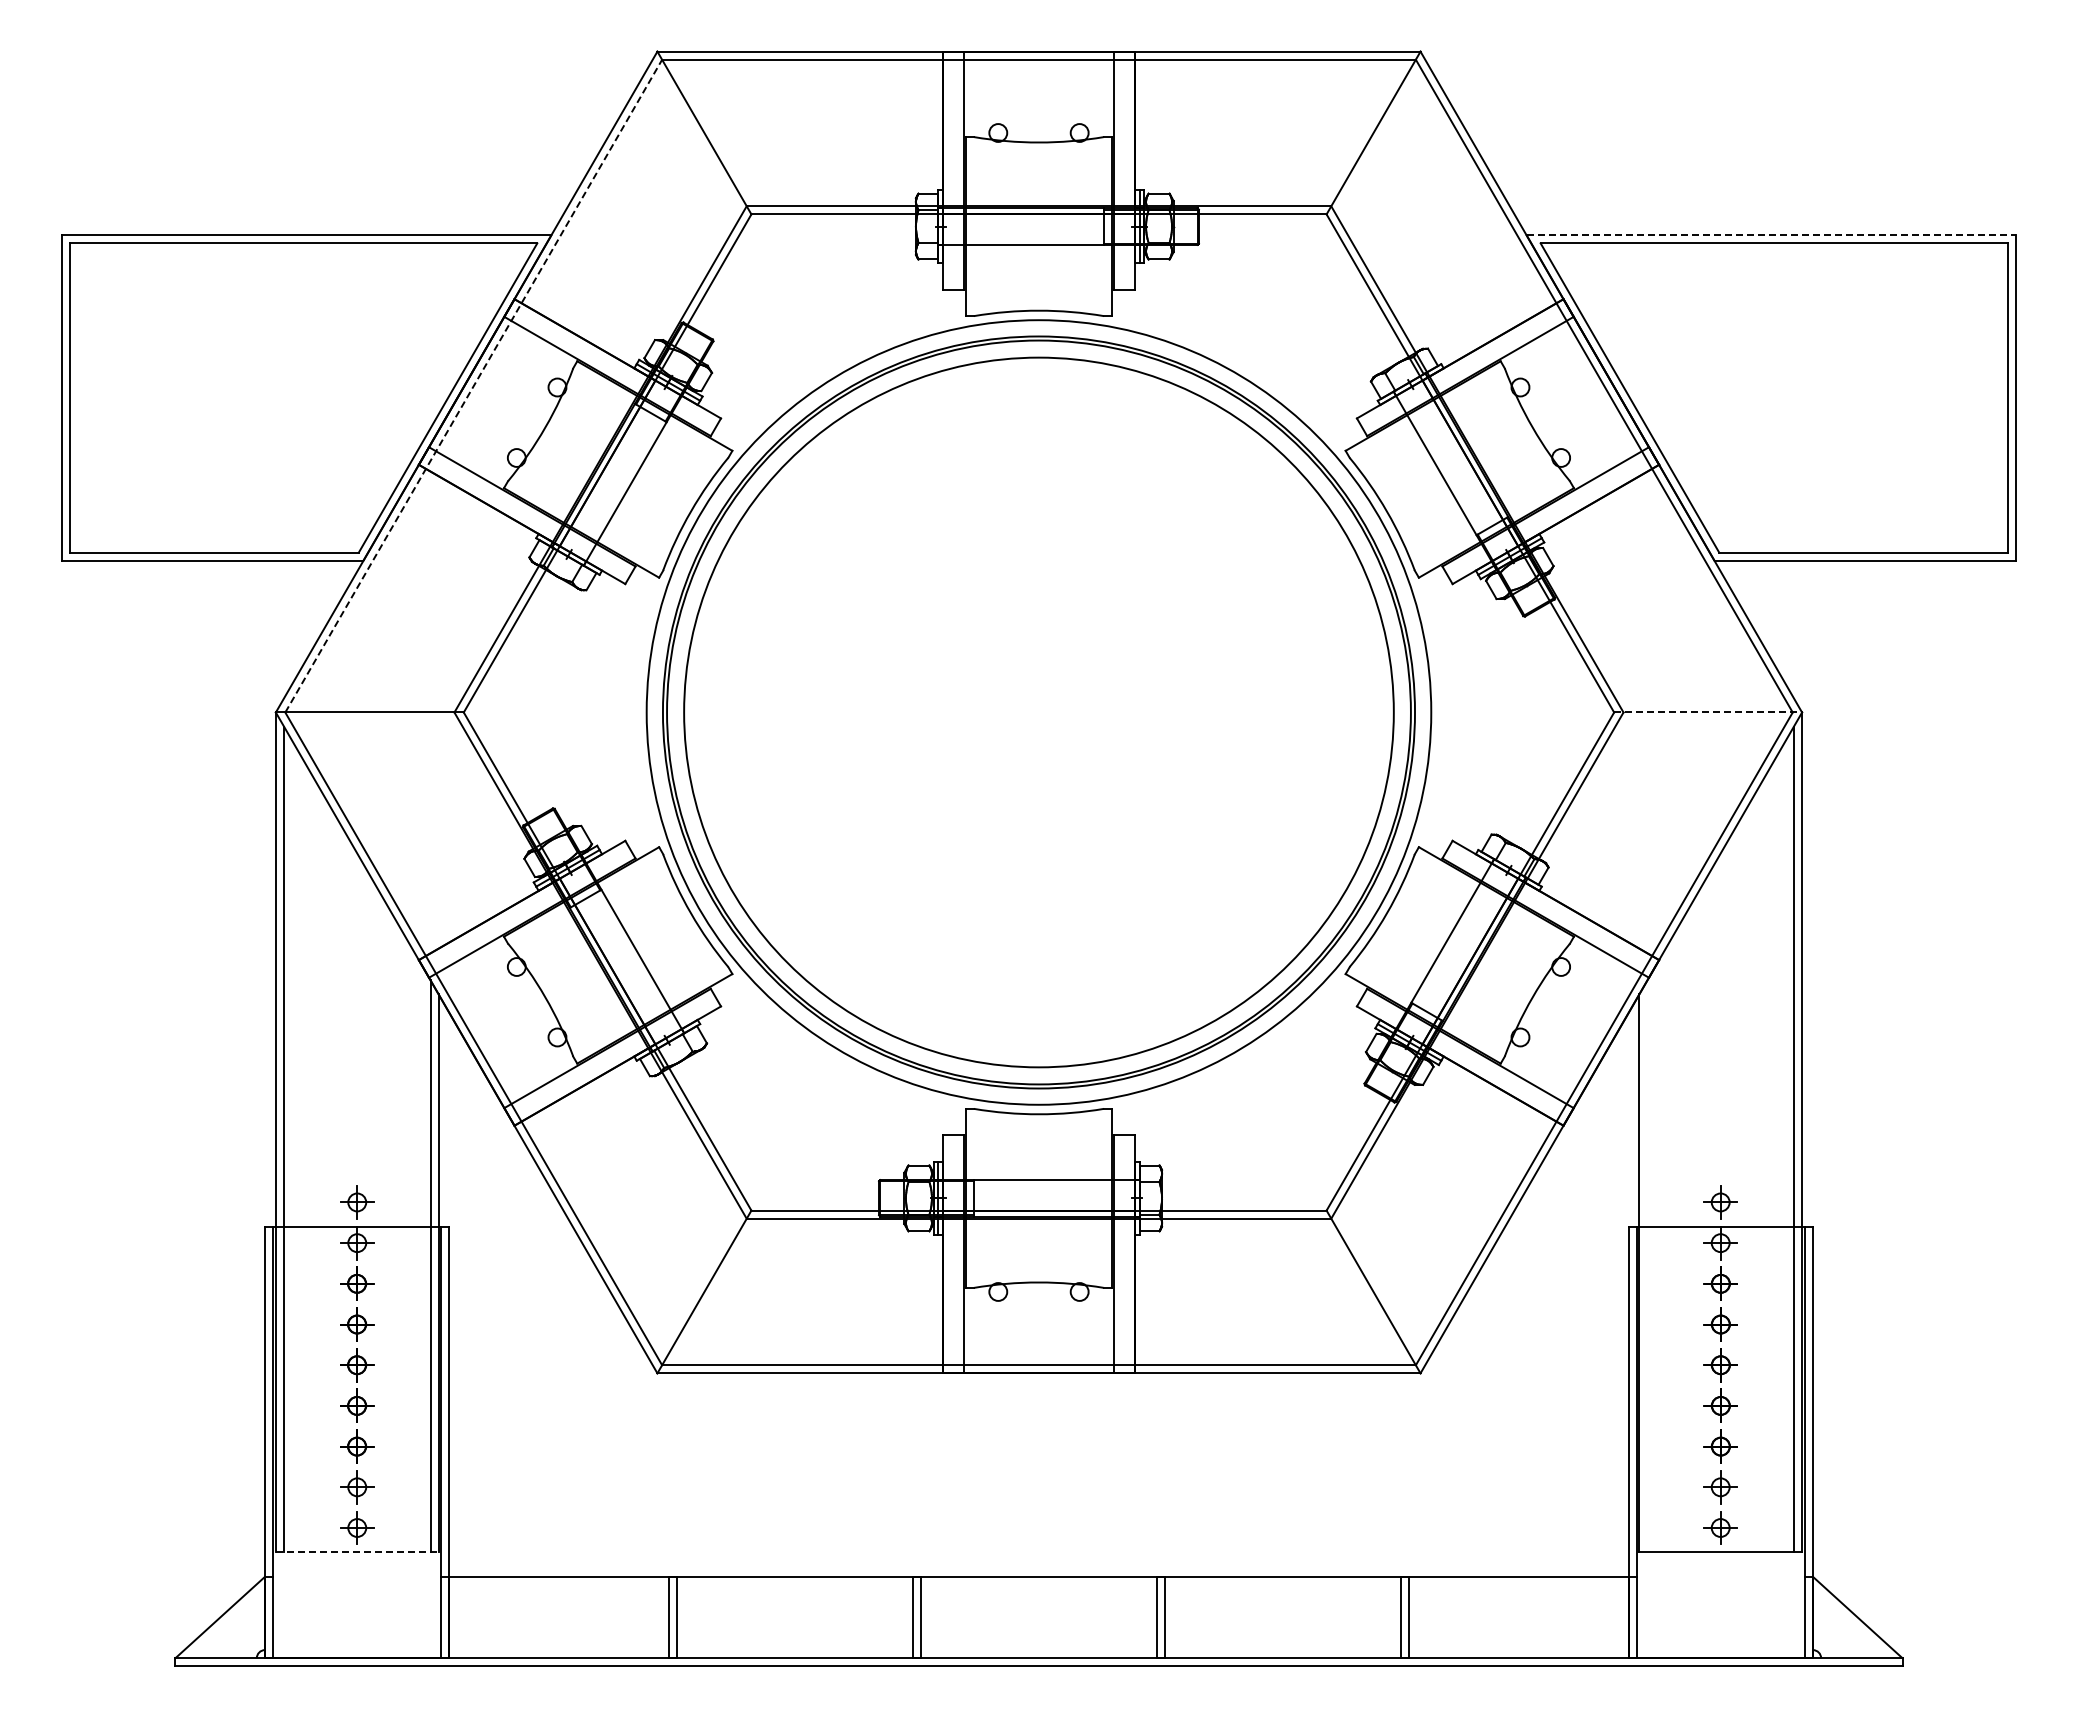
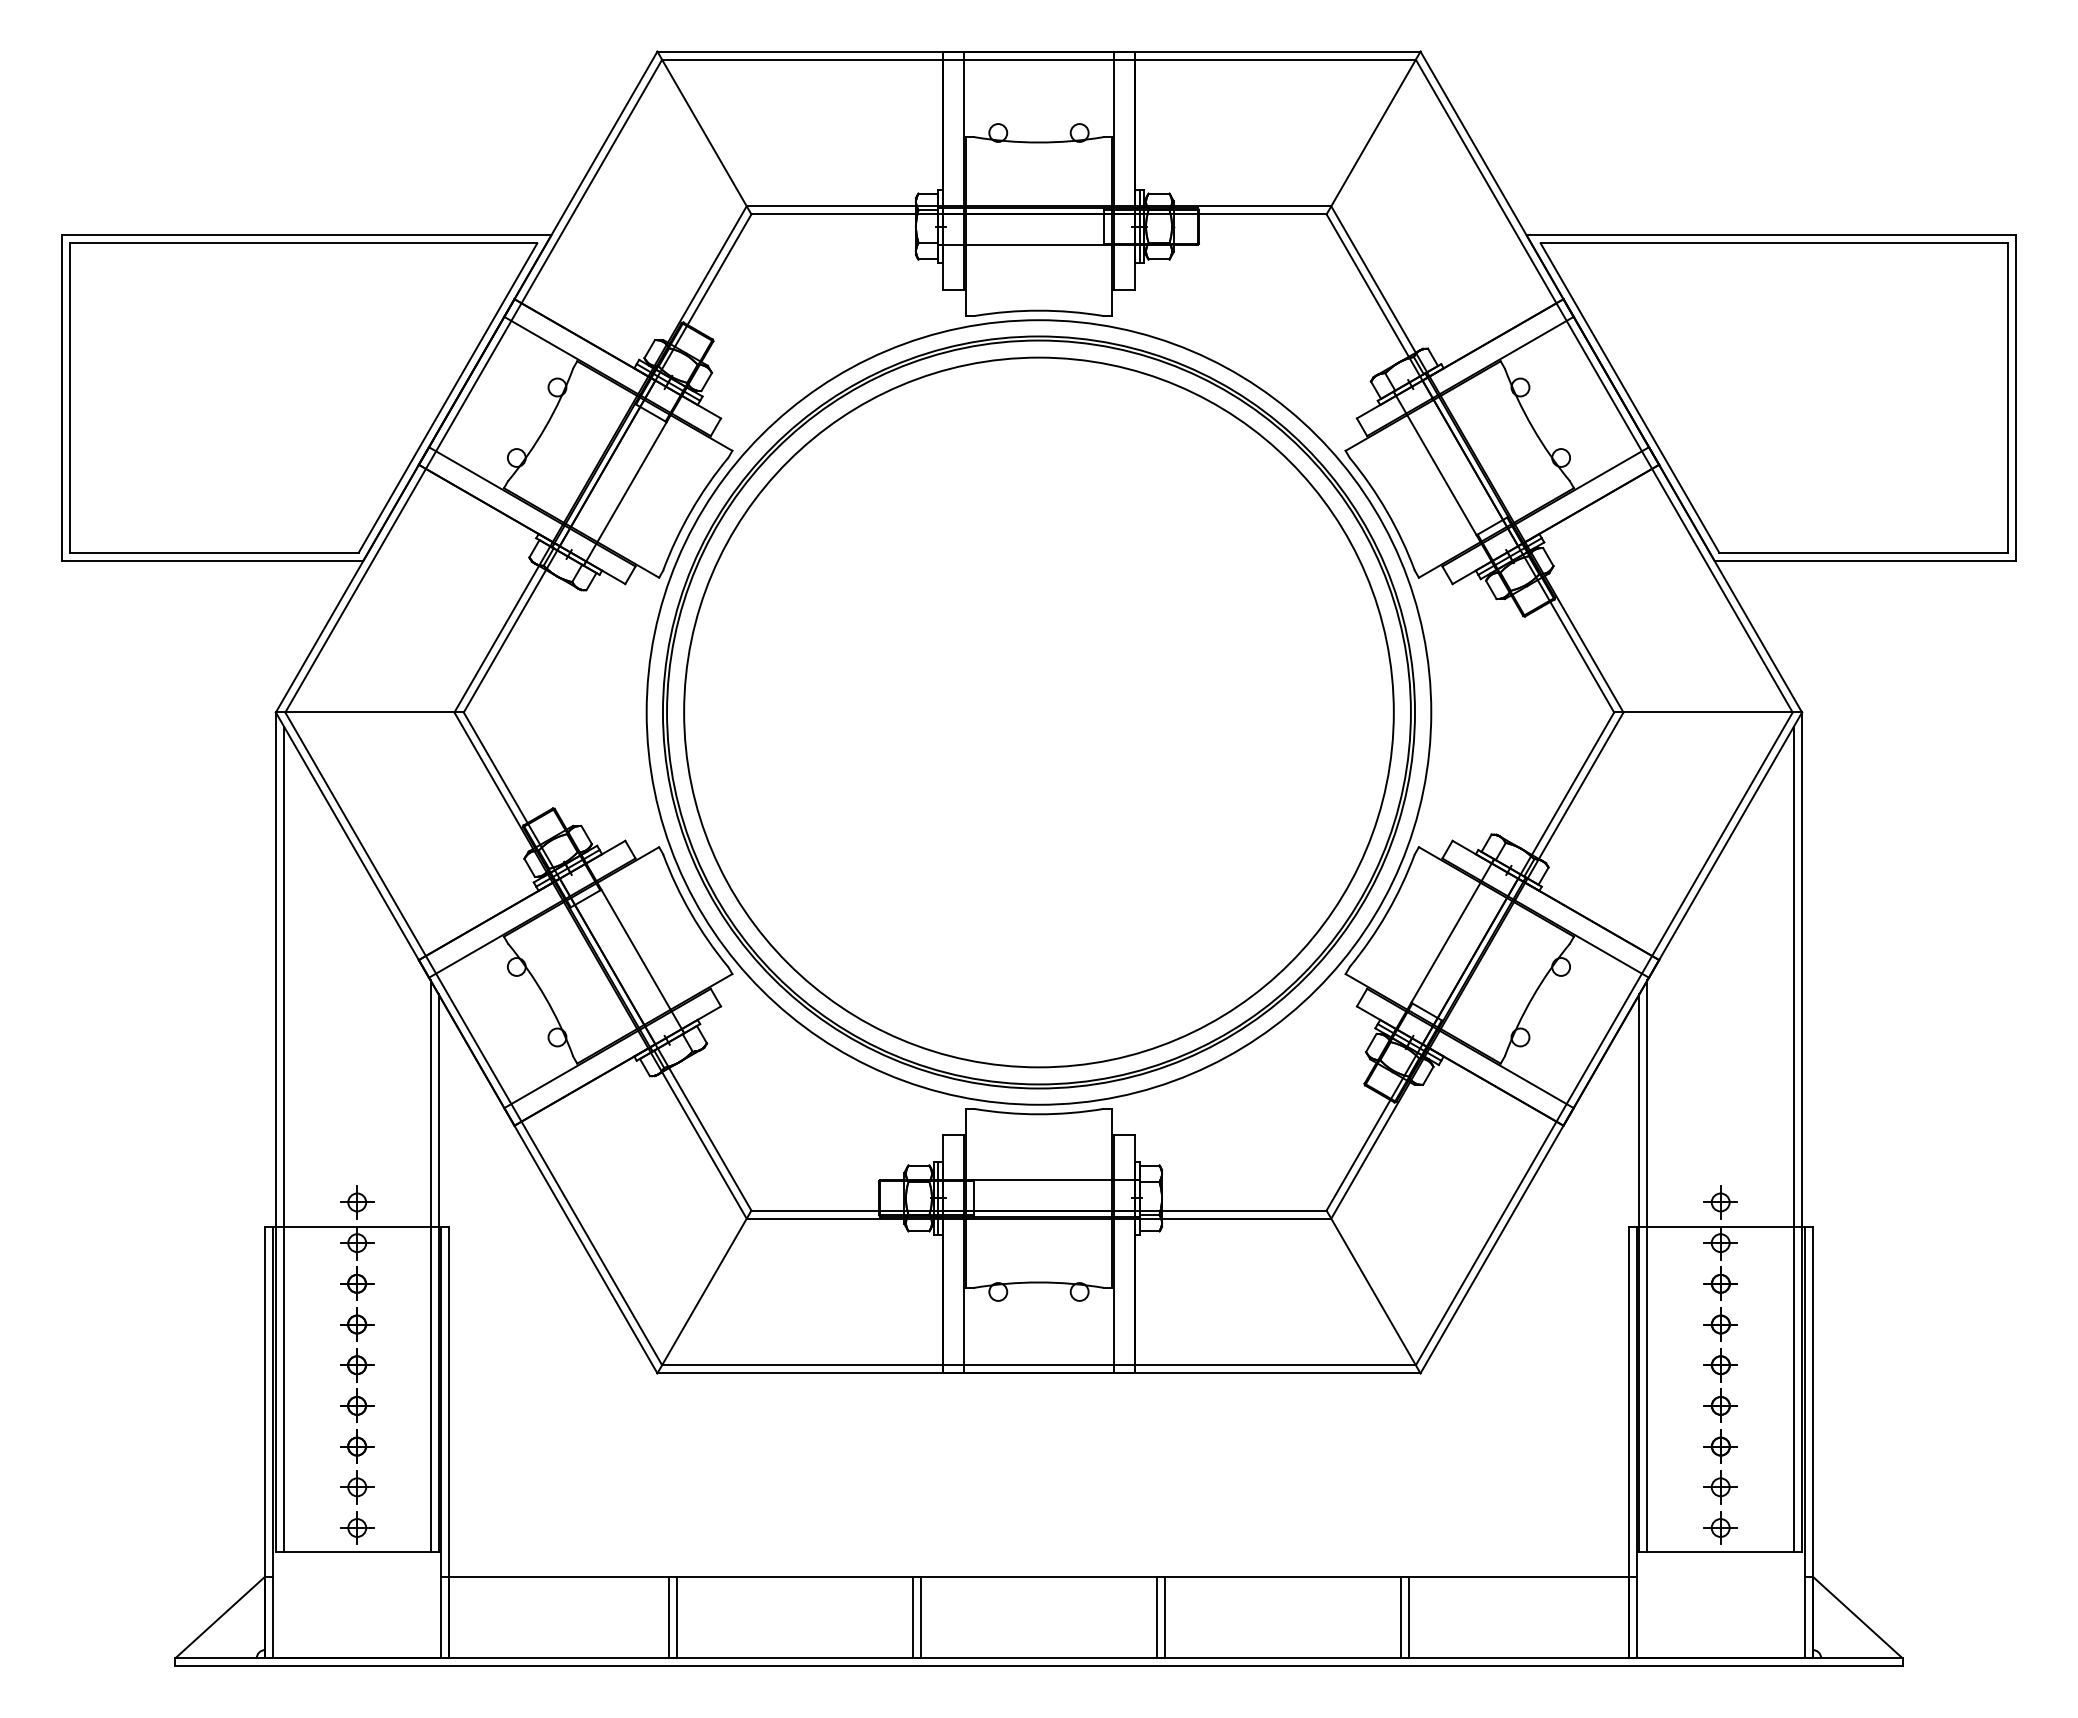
line at (1771, 235): dashed -> solid
line at (473, 386): dashed -> solid
line at (1708, 712): dashed -> solid
line at (1647, 1266): none -> present
line at (357, 1552): dashed -> solid
